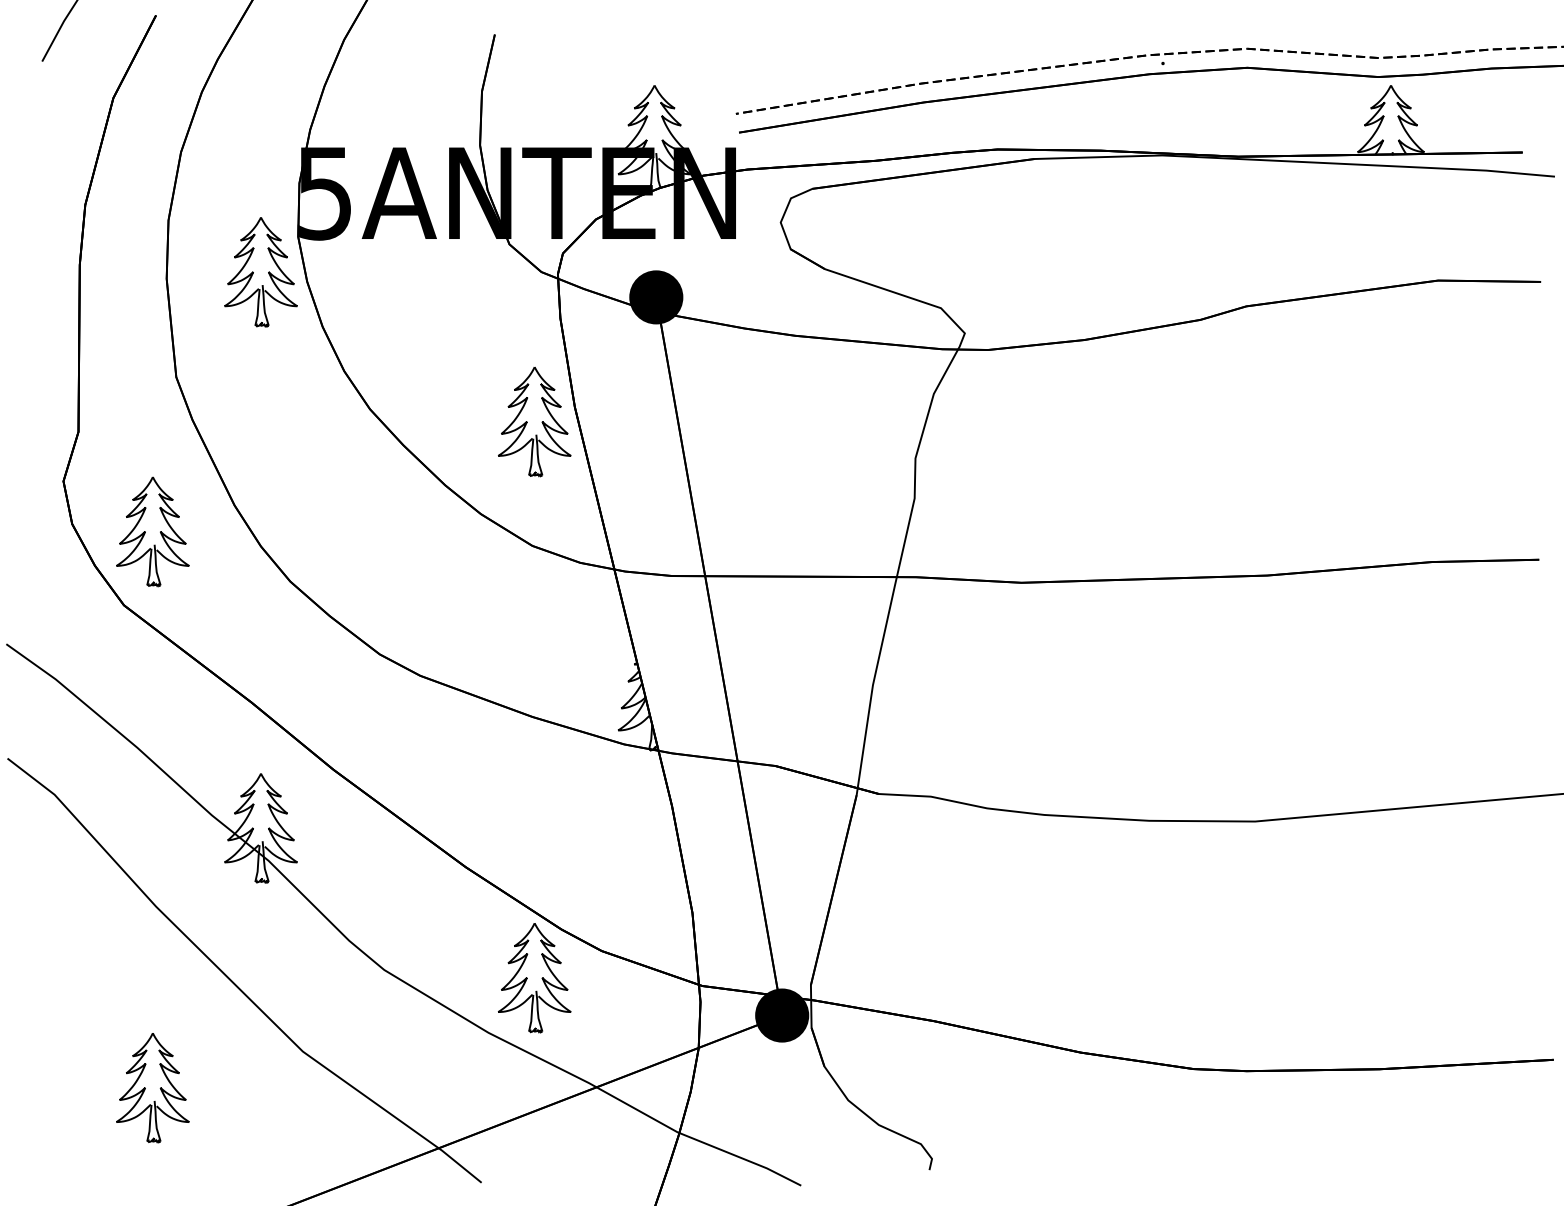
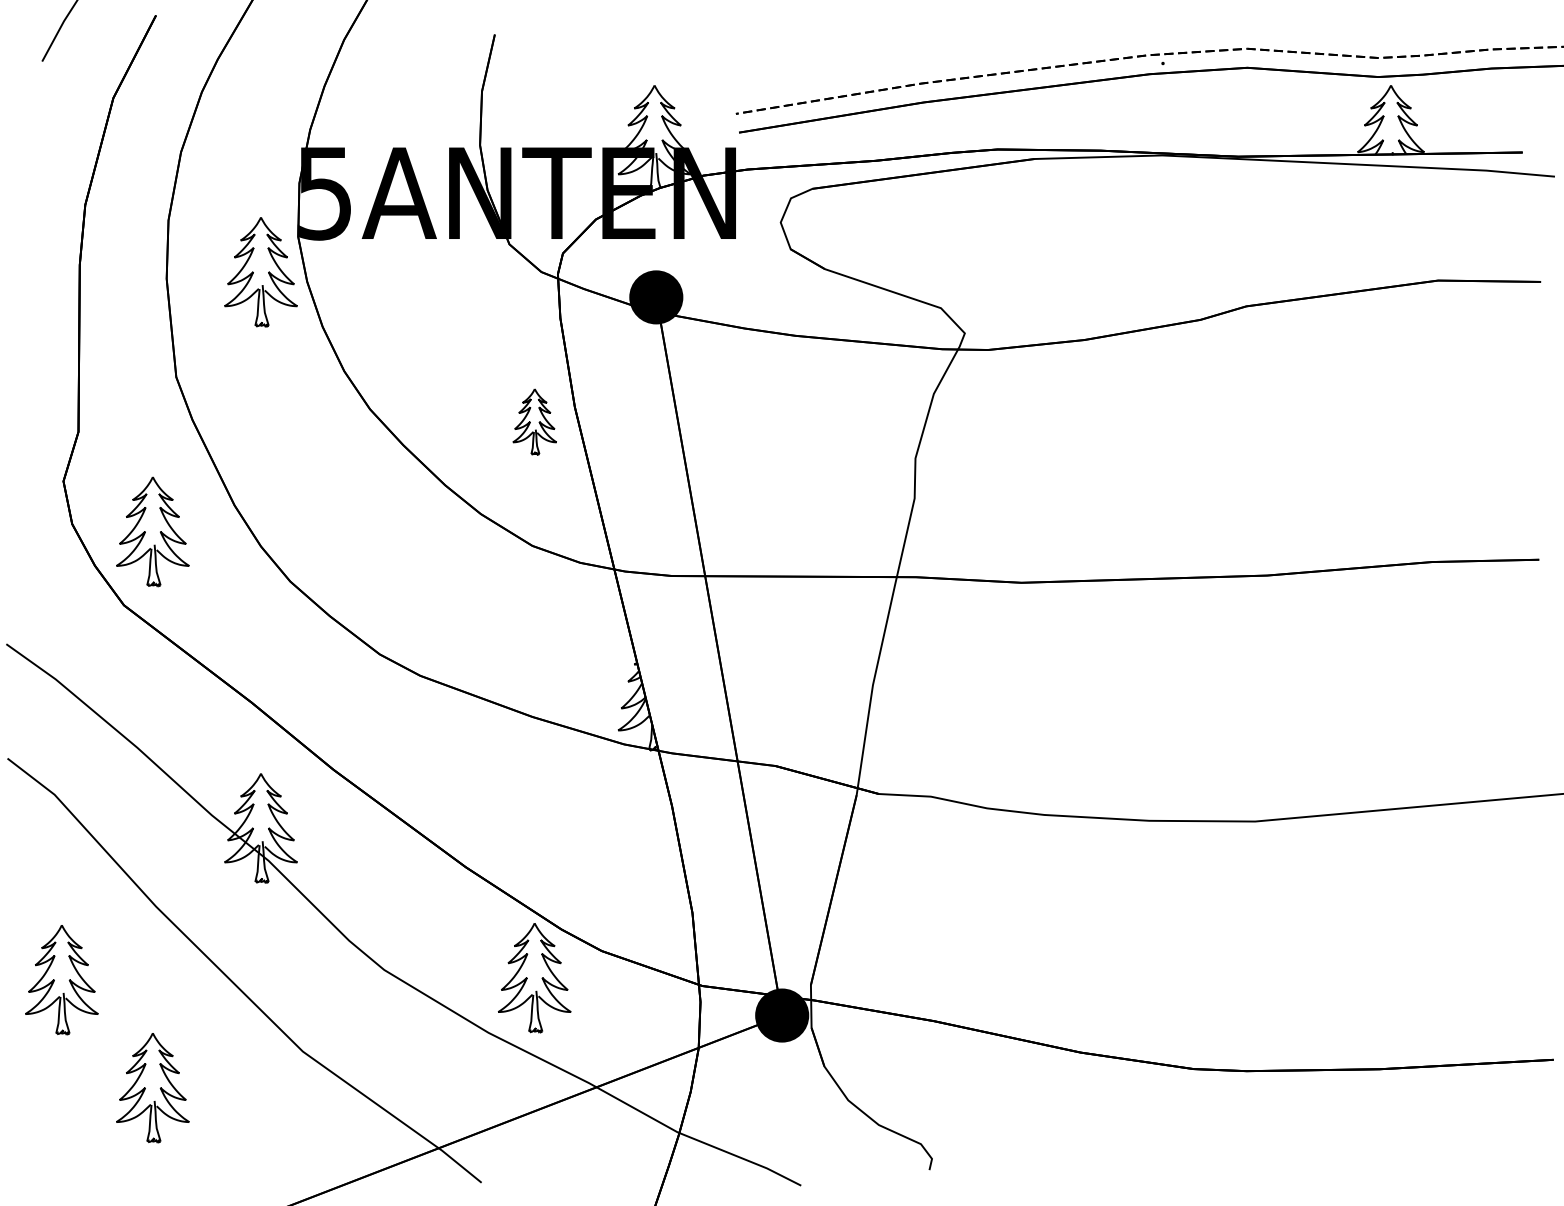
part at (534, 421) size: 74x112 px -> 45x68 px
part at (61, 980): none -> present
